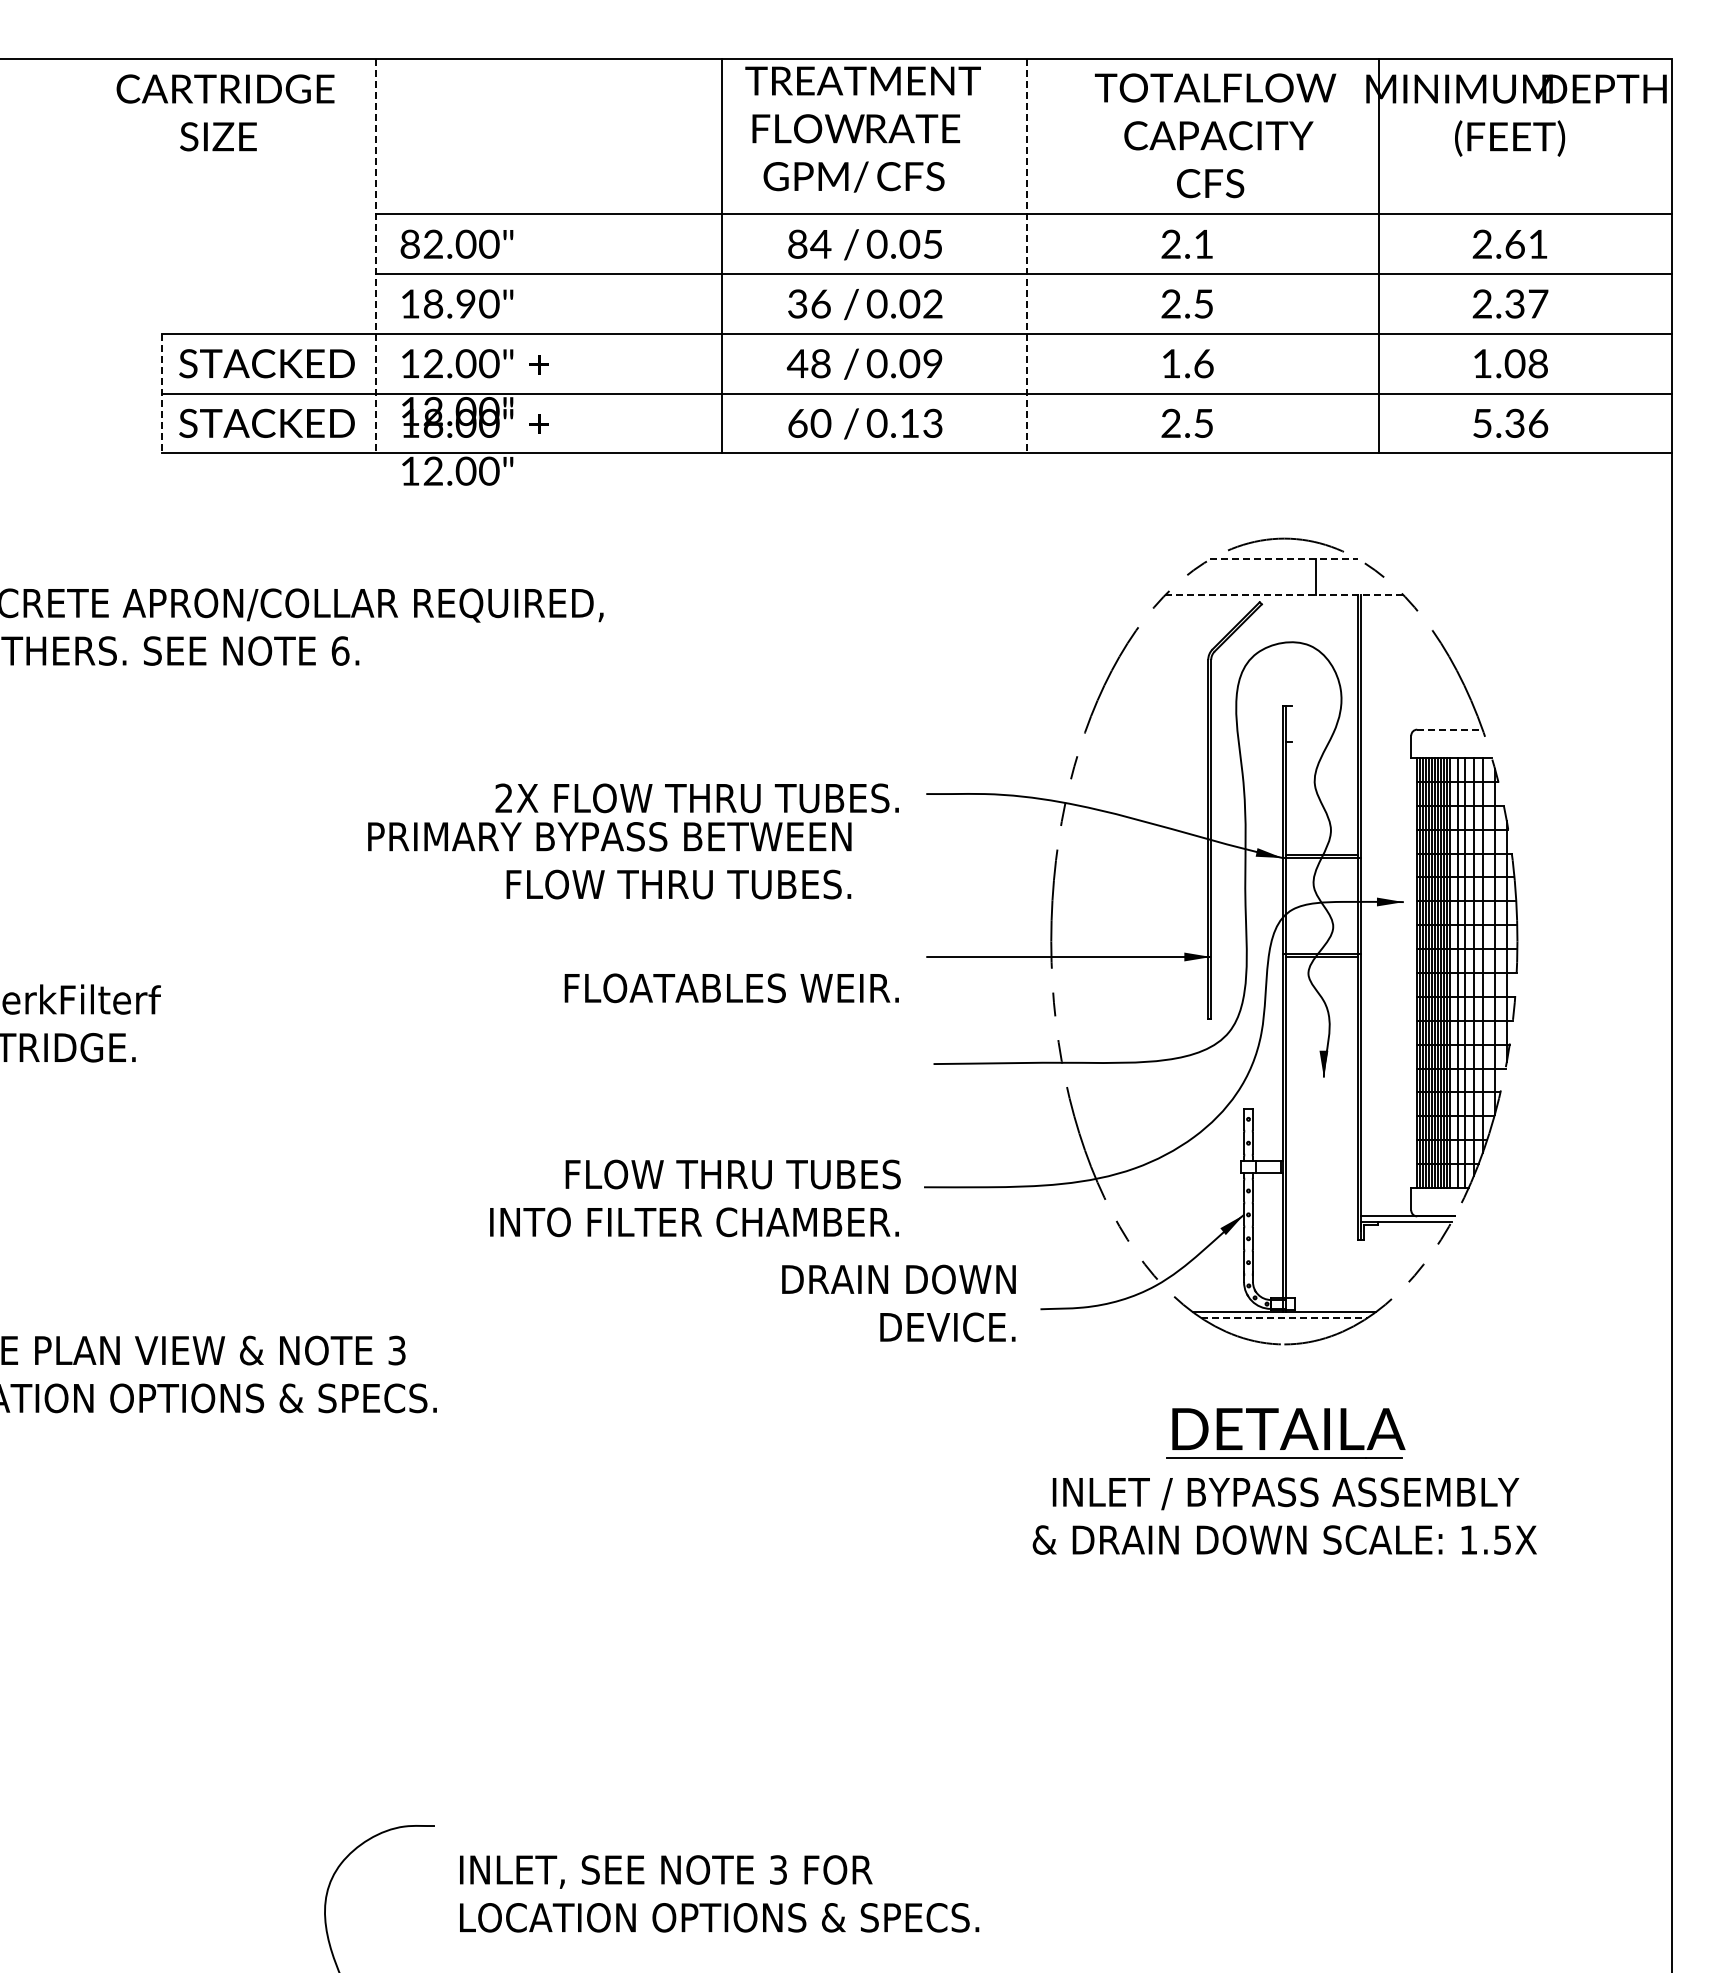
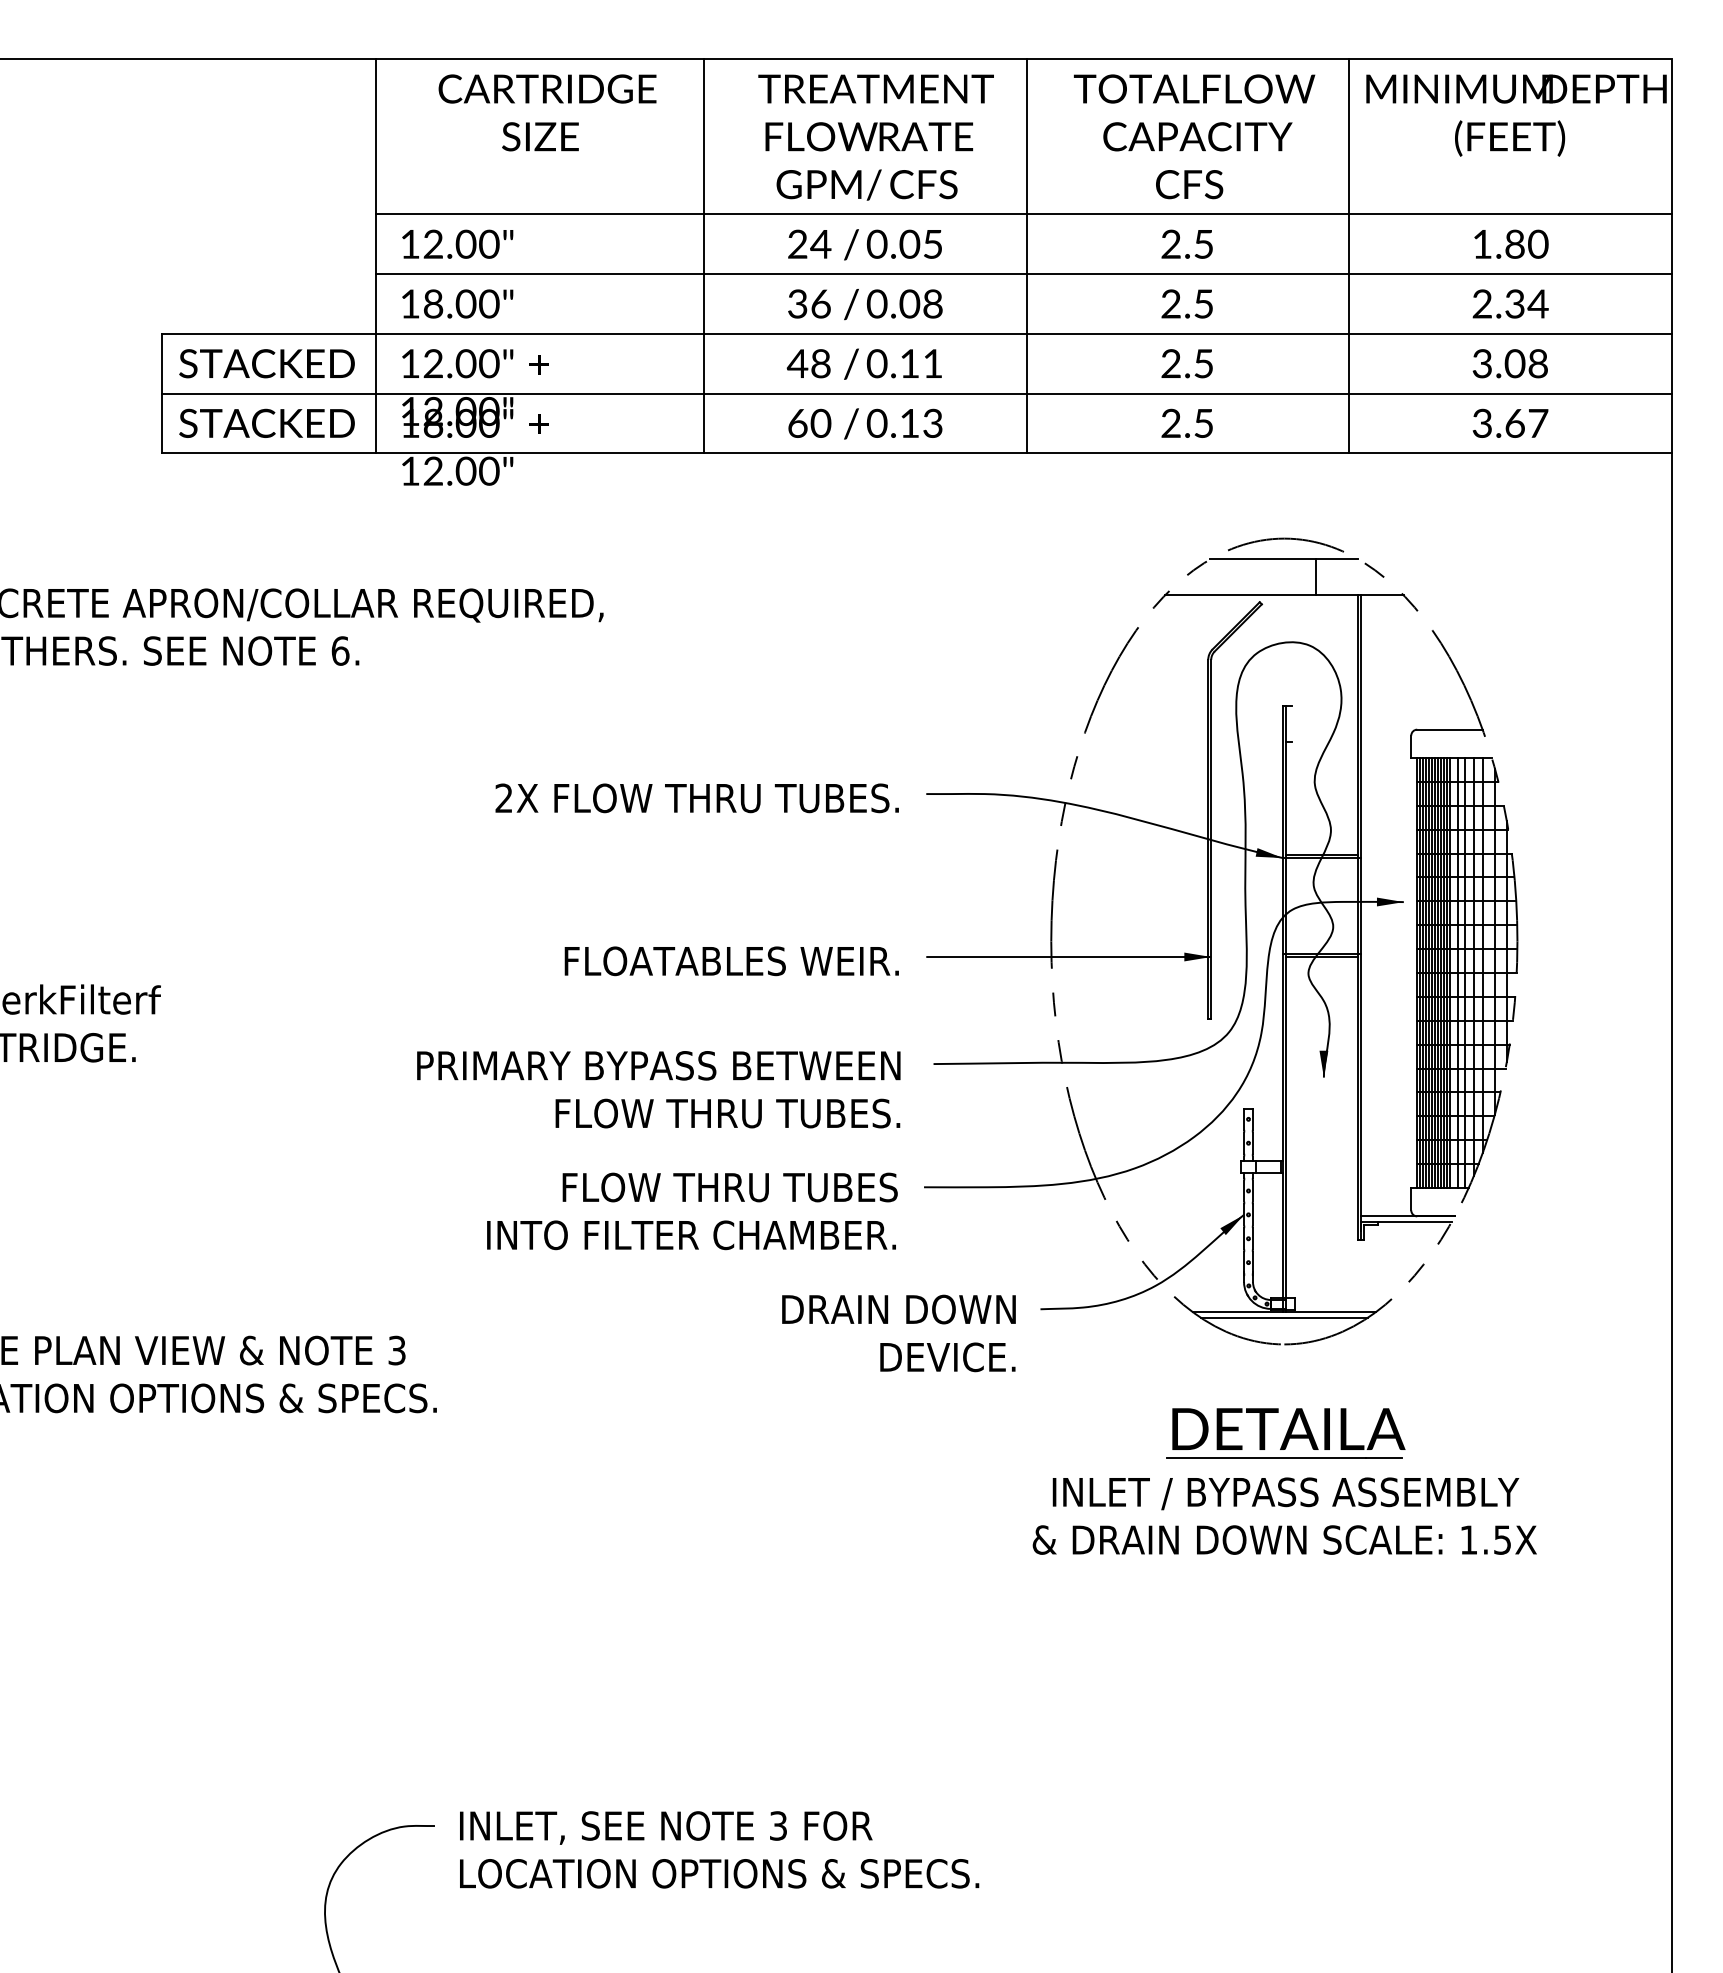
text at (225, 112) position: (225, 112) -> (547, 112)
text at (862, 129) position: (862, 129) -> (875, 137)
text at (1215, 135) position: (1215, 135) -> (1194, 136)
text at (409, 243): 82.00" -> 12.00"
text at (1510, 243): 2.61 -> 1.80
text at (797, 244): 84 -> 24
text at (1203, 244): 2.1 -> 2.5
line at (376, 256): dashed -> solid
line at (722, 256) position: (722, 256) -> (704, 256)
line at (1026, 256): dashed -> solid
line at (1379, 256) position: (1379, 256) -> (1349, 256)
text at (1537, 303): 2.37 -> 2.34
text at (465, 304): 18.90" -> 18.00"
text at (932, 304): 0.02 -> 0.08
text at (920, 363): 0.09 -> 0.11
text at (1187, 363): 1.6 -> 2.5
text at (1481, 363): 1.08 -> 3.08
line at (161, 393): dashed -> solid
text at (1510, 422): 5.36 -> 3.67
line at (1284, 559): dashed -> solid
line at (1284, 595): dashed -> solid
line at (1449, 729): dashed -> solid
text at (609, 860) position: (609, 860) -> (658, 1089)
text at (731, 988) position: (731, 988) -> (731, 961)
text at (695, 1198) position: (695, 1198) -> (692, 1211)
text at (898, 1303) position: (898, 1303) -> (898, 1333)
line at (1284, 1317): dashed -> solid
text at (719, 1893) position: (719, 1893) -> (719, 1849)
